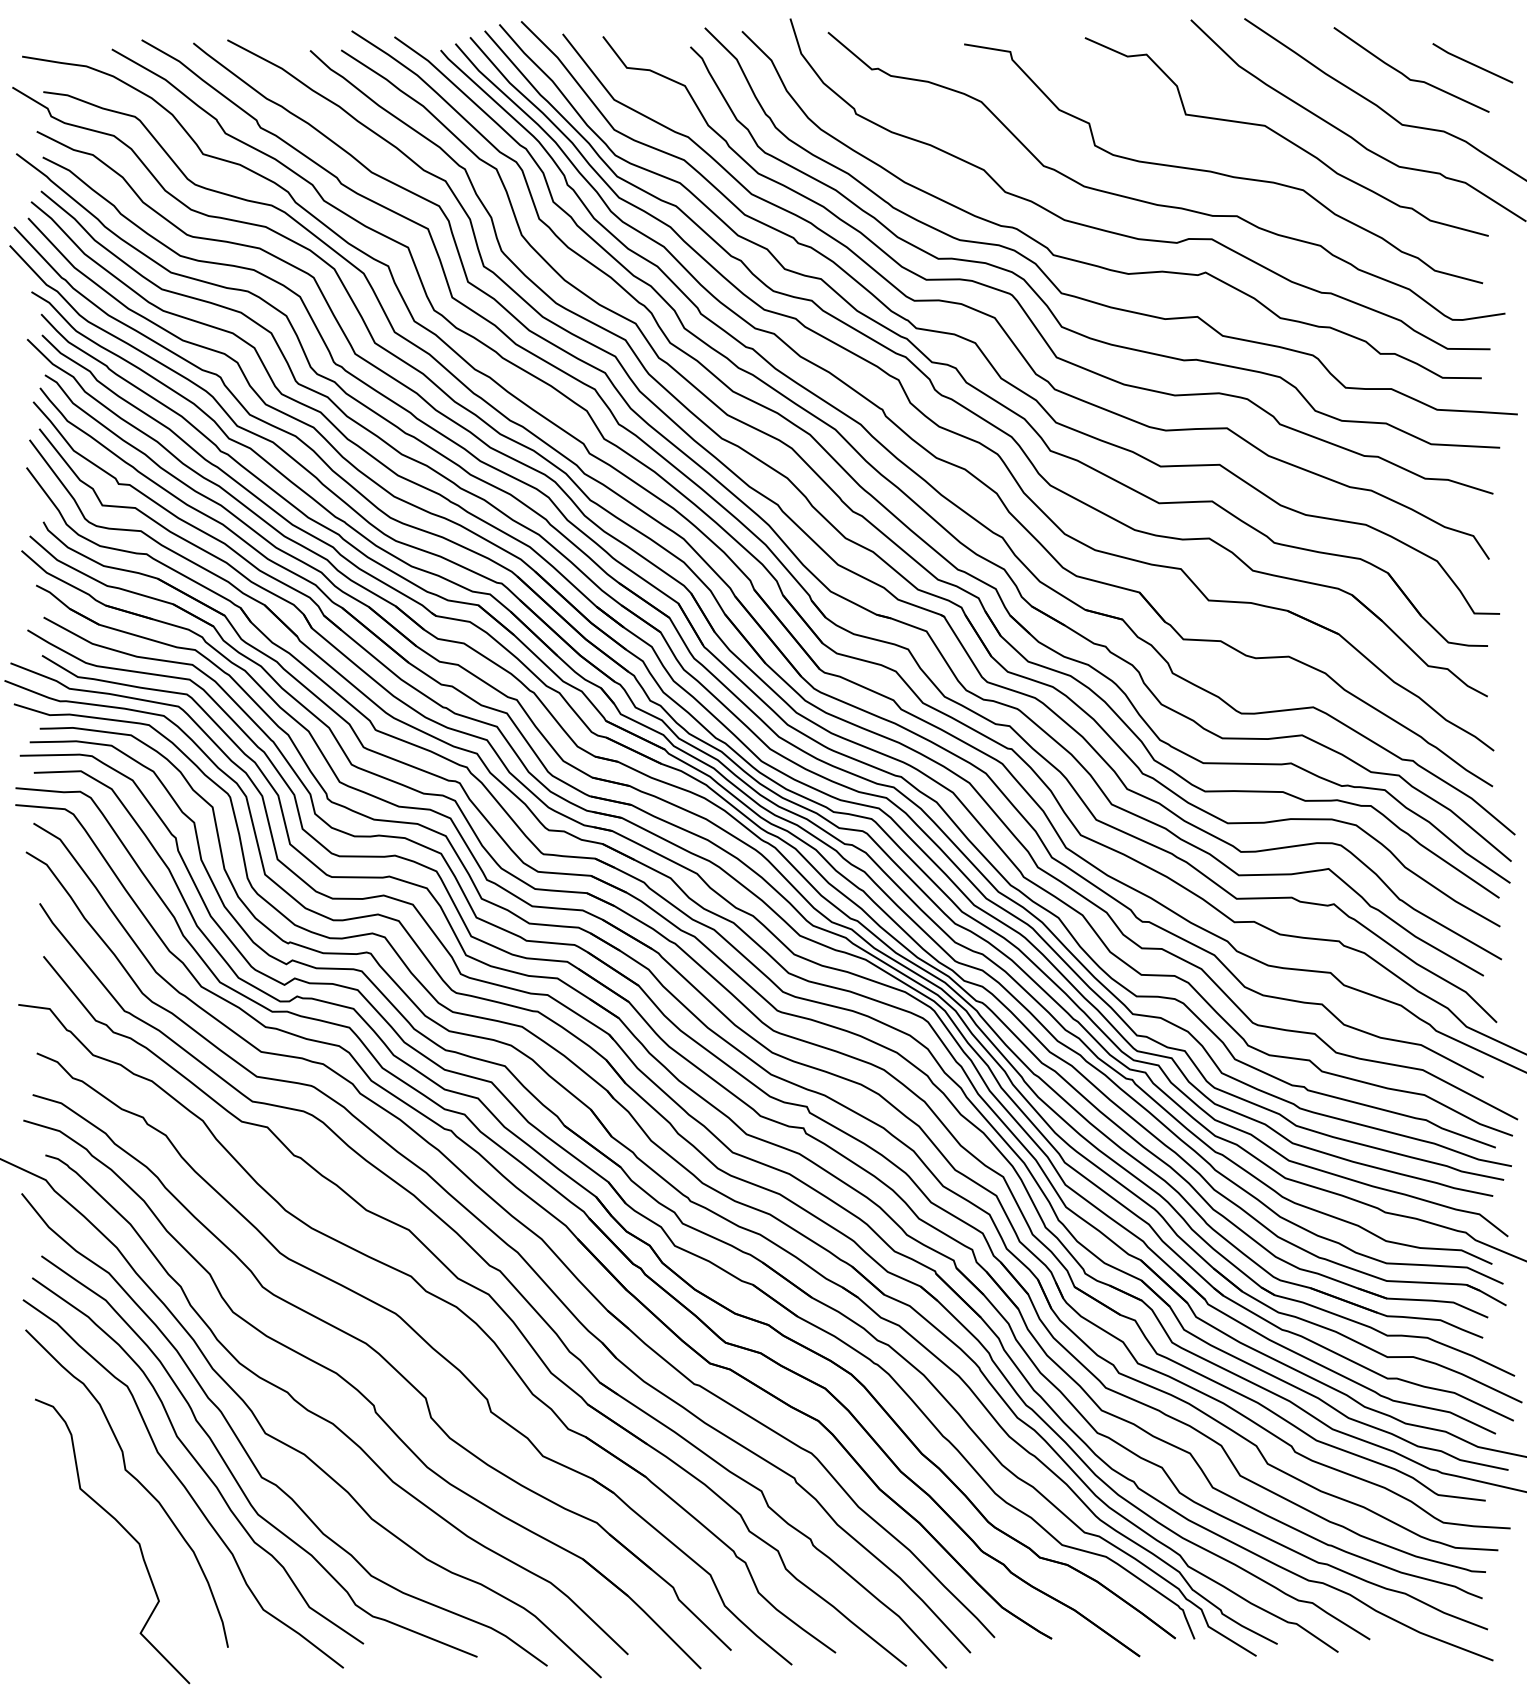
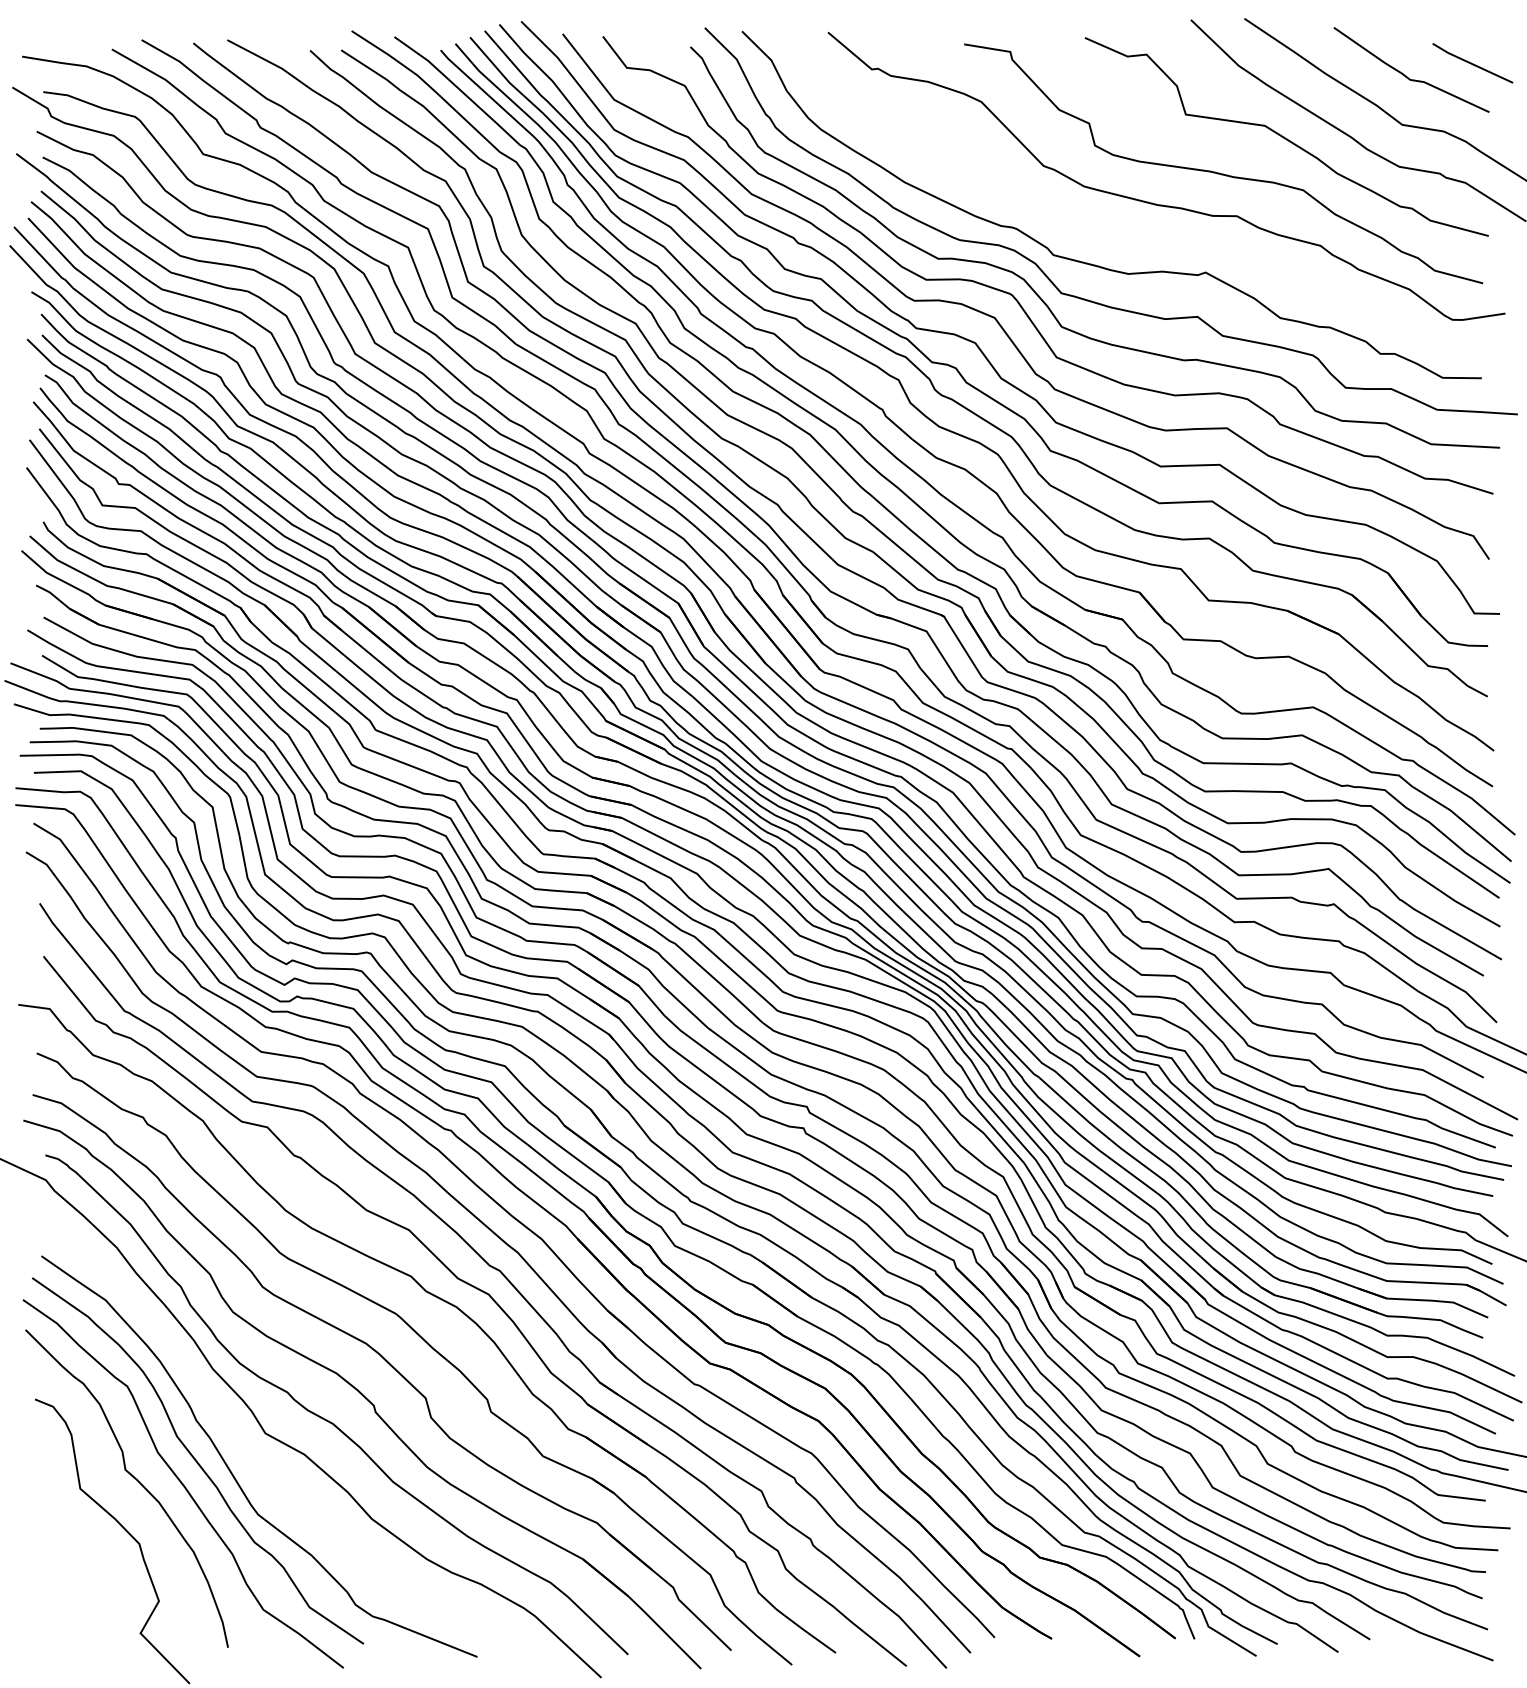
curve at (1128, 235): present -> none
curve at (246, 1450): present -> none
